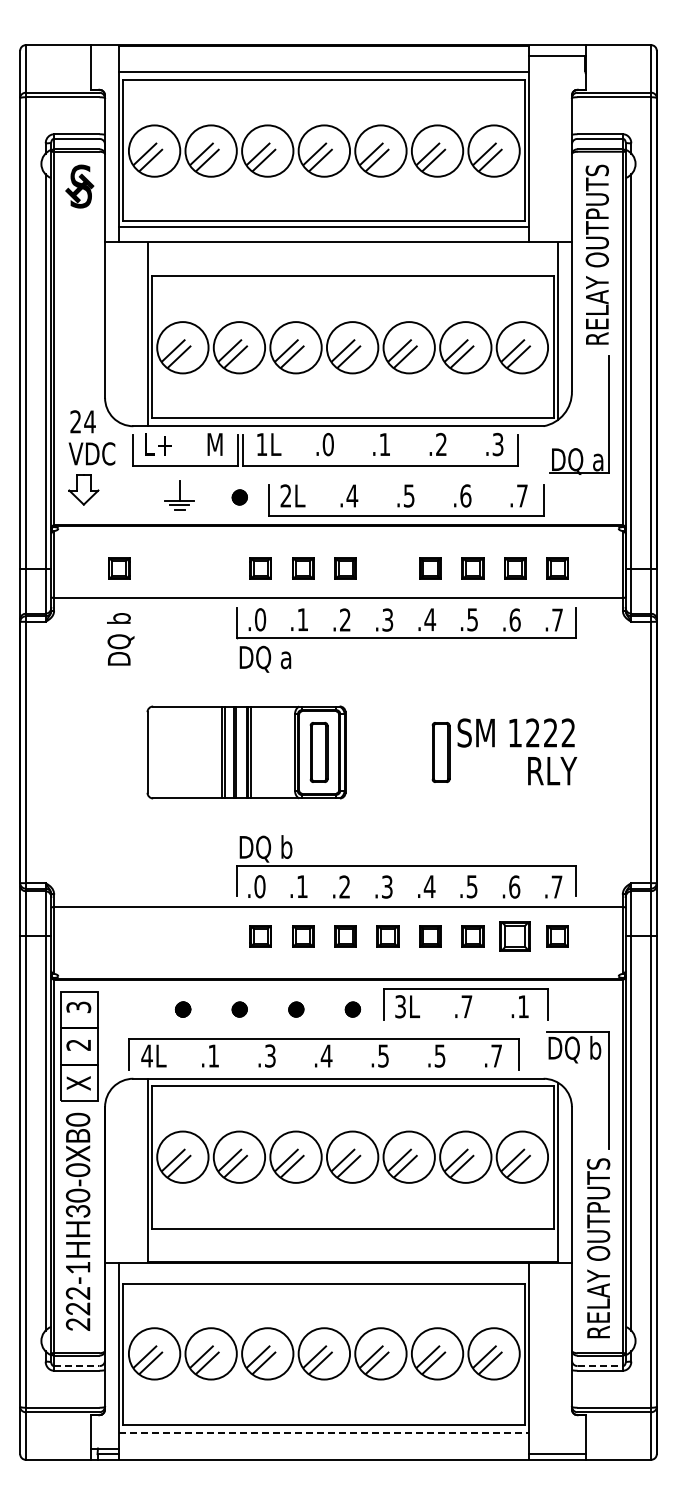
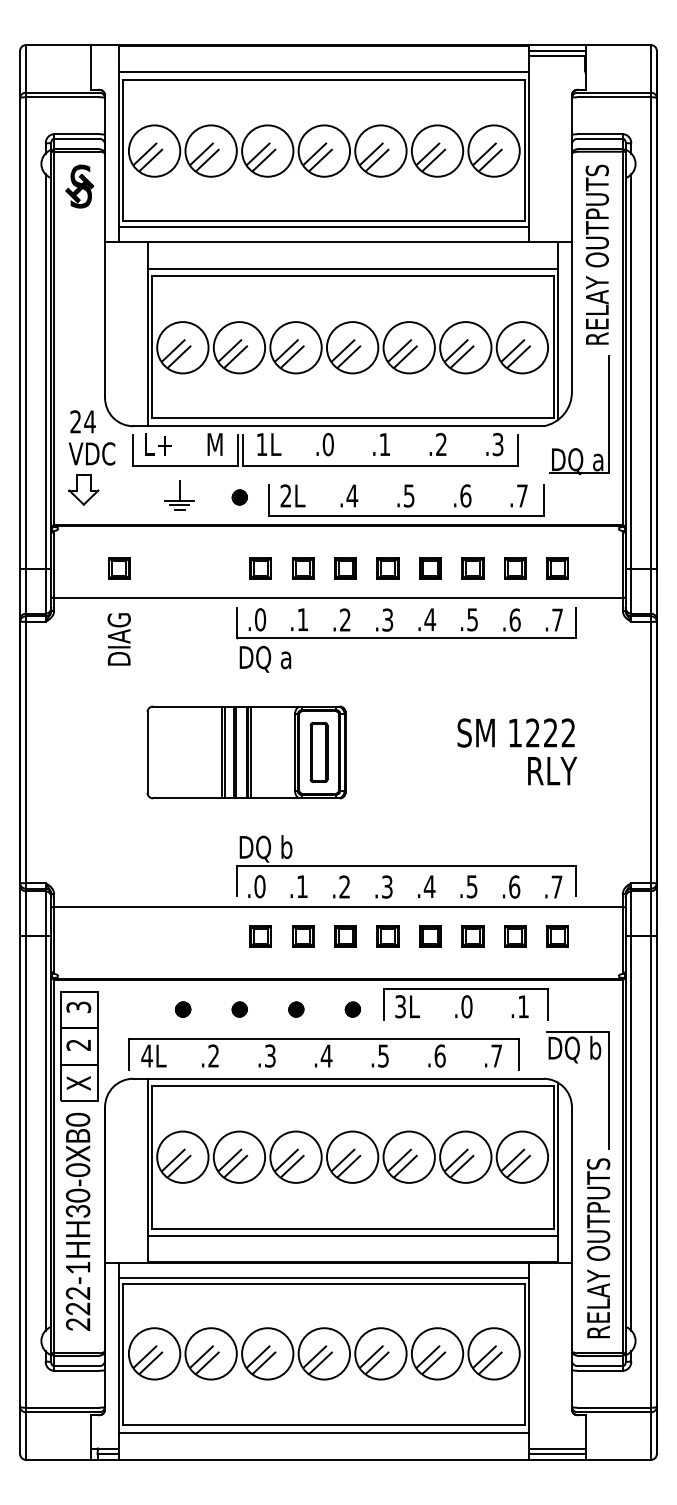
line at (557, 50): none -> present
line at (352, 268): none -> present
part at (387, 568): none -> present
text at (120, 631): DQ b -> DIAG
part at (440, 752): present -> none
part at (514, 936) size: 32x31 px -> 23x23 px
text at (466, 1006): .7 -> .0
text at (213, 1055): .1 -> .2
text at (439, 1055): .5 -> .6
line at (352, 1236): none -> present
line at (324, 1278): none -> present
line at (76, 1366): dashed -> solid
line at (600, 1366): dashed -> solid
line at (324, 1433): dashed -> solid
line at (557, 1448): none -> present
